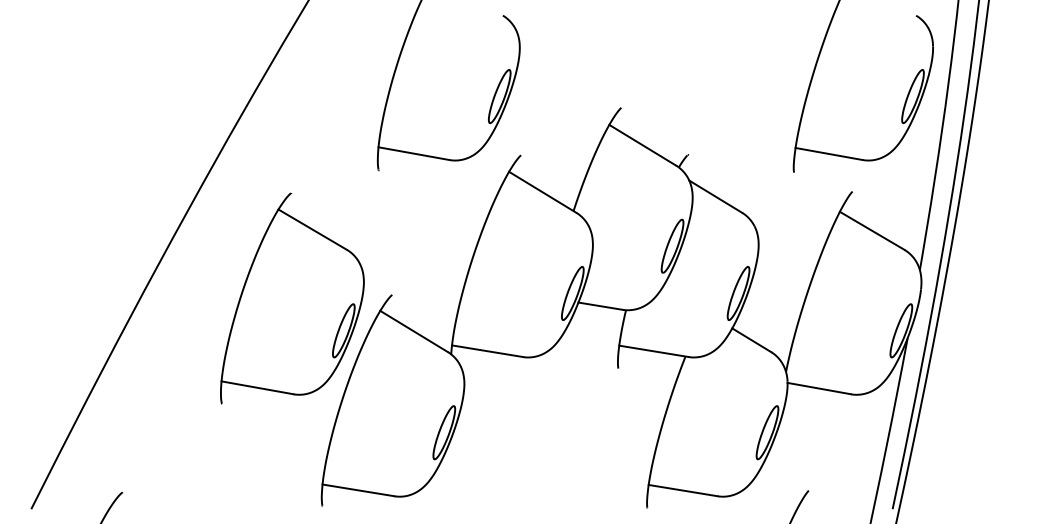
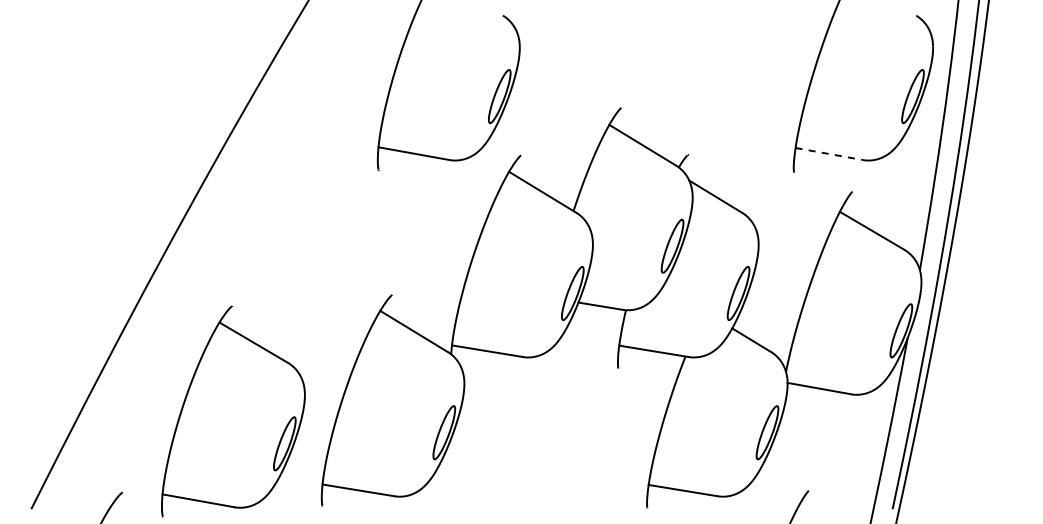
line at (829, 154): solid -> dashed
part at (292, 298) position: (292, 298) -> (233, 411)
